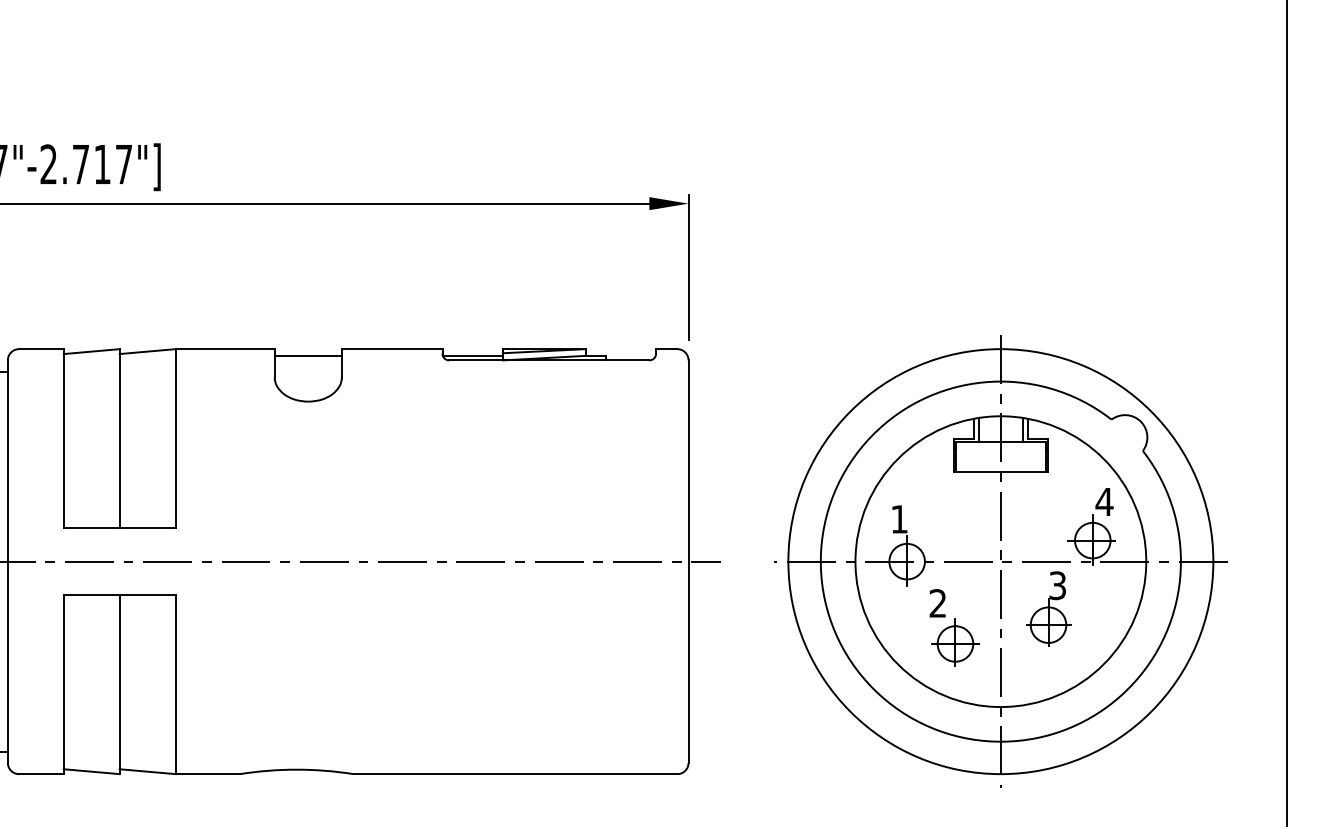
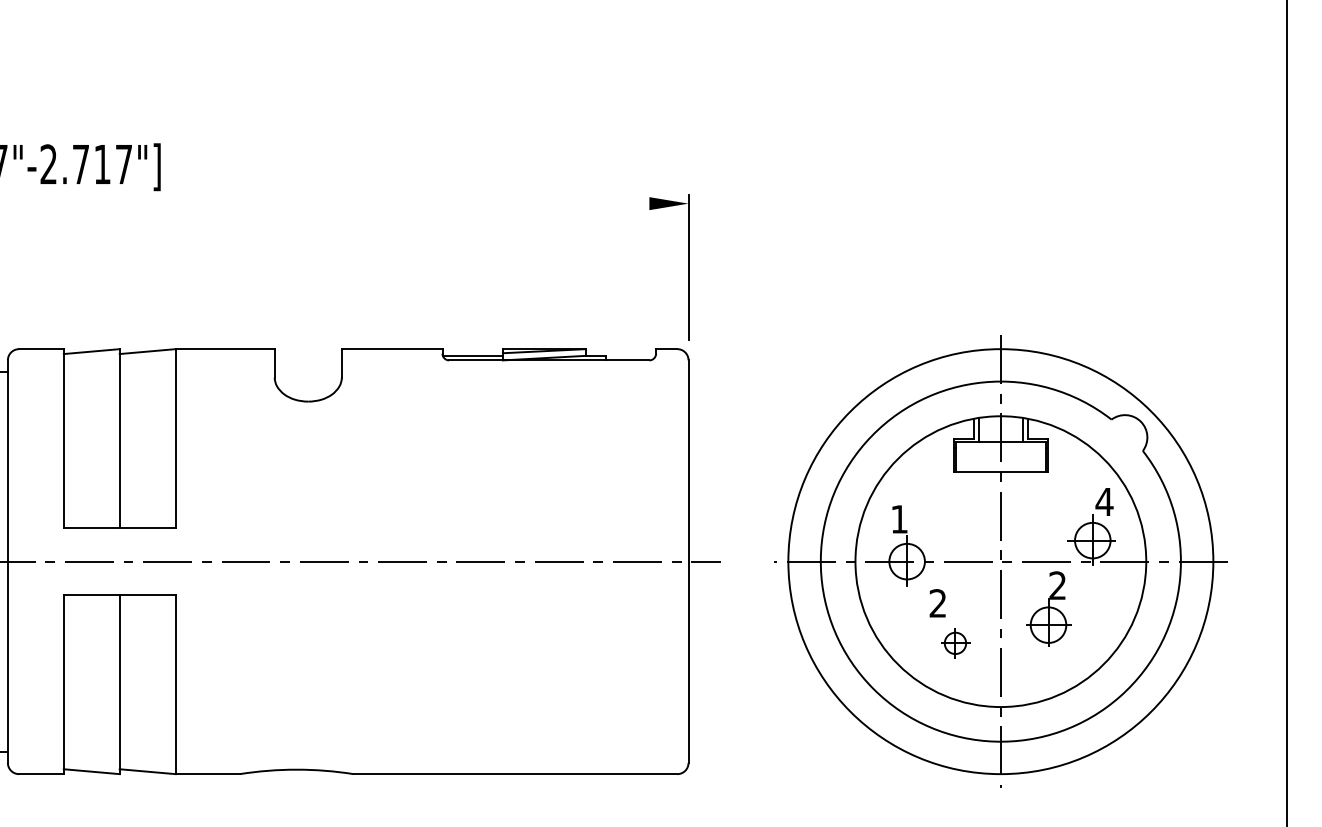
line at (325, 203): present -> none
line at (307, 355): present -> none
text at (1057, 585): 3 -> 2
part at (955, 642) size: 49x49 px -> 30x31 px
